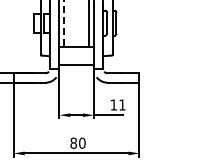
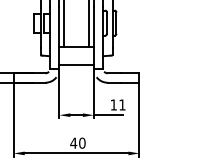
line at (64, 23): dashed -> solid
text at (73, 142): 80 -> 40
